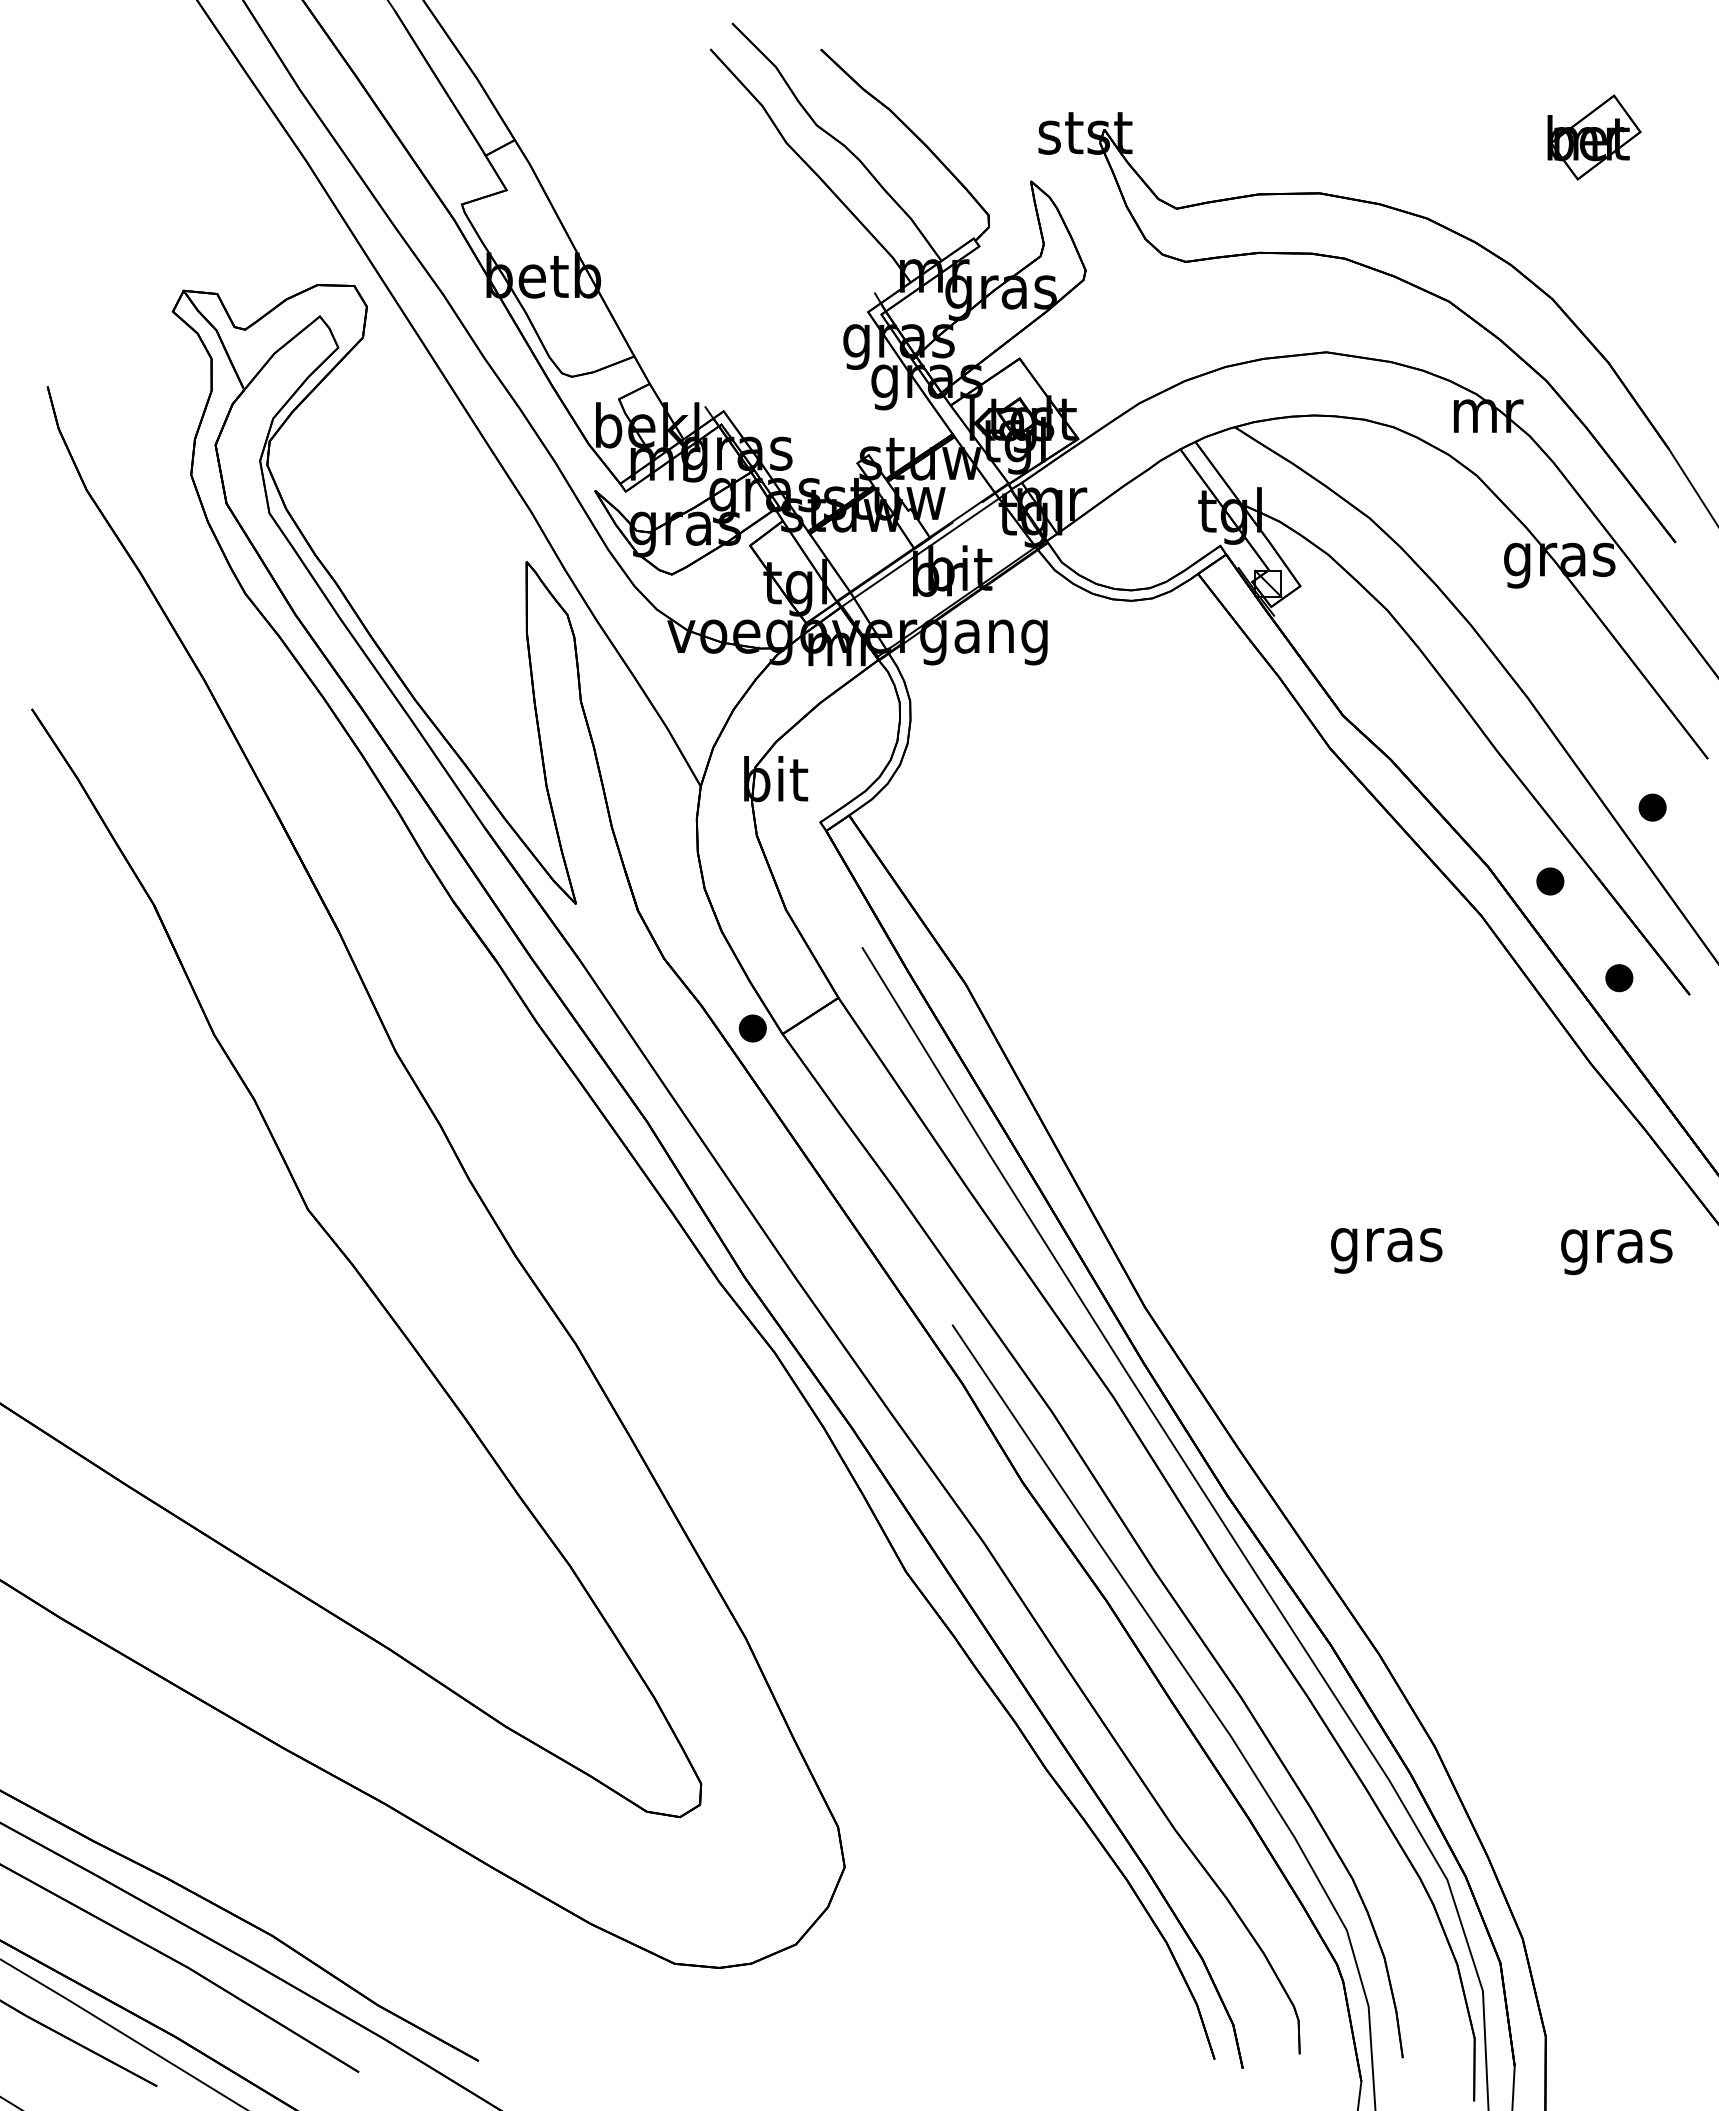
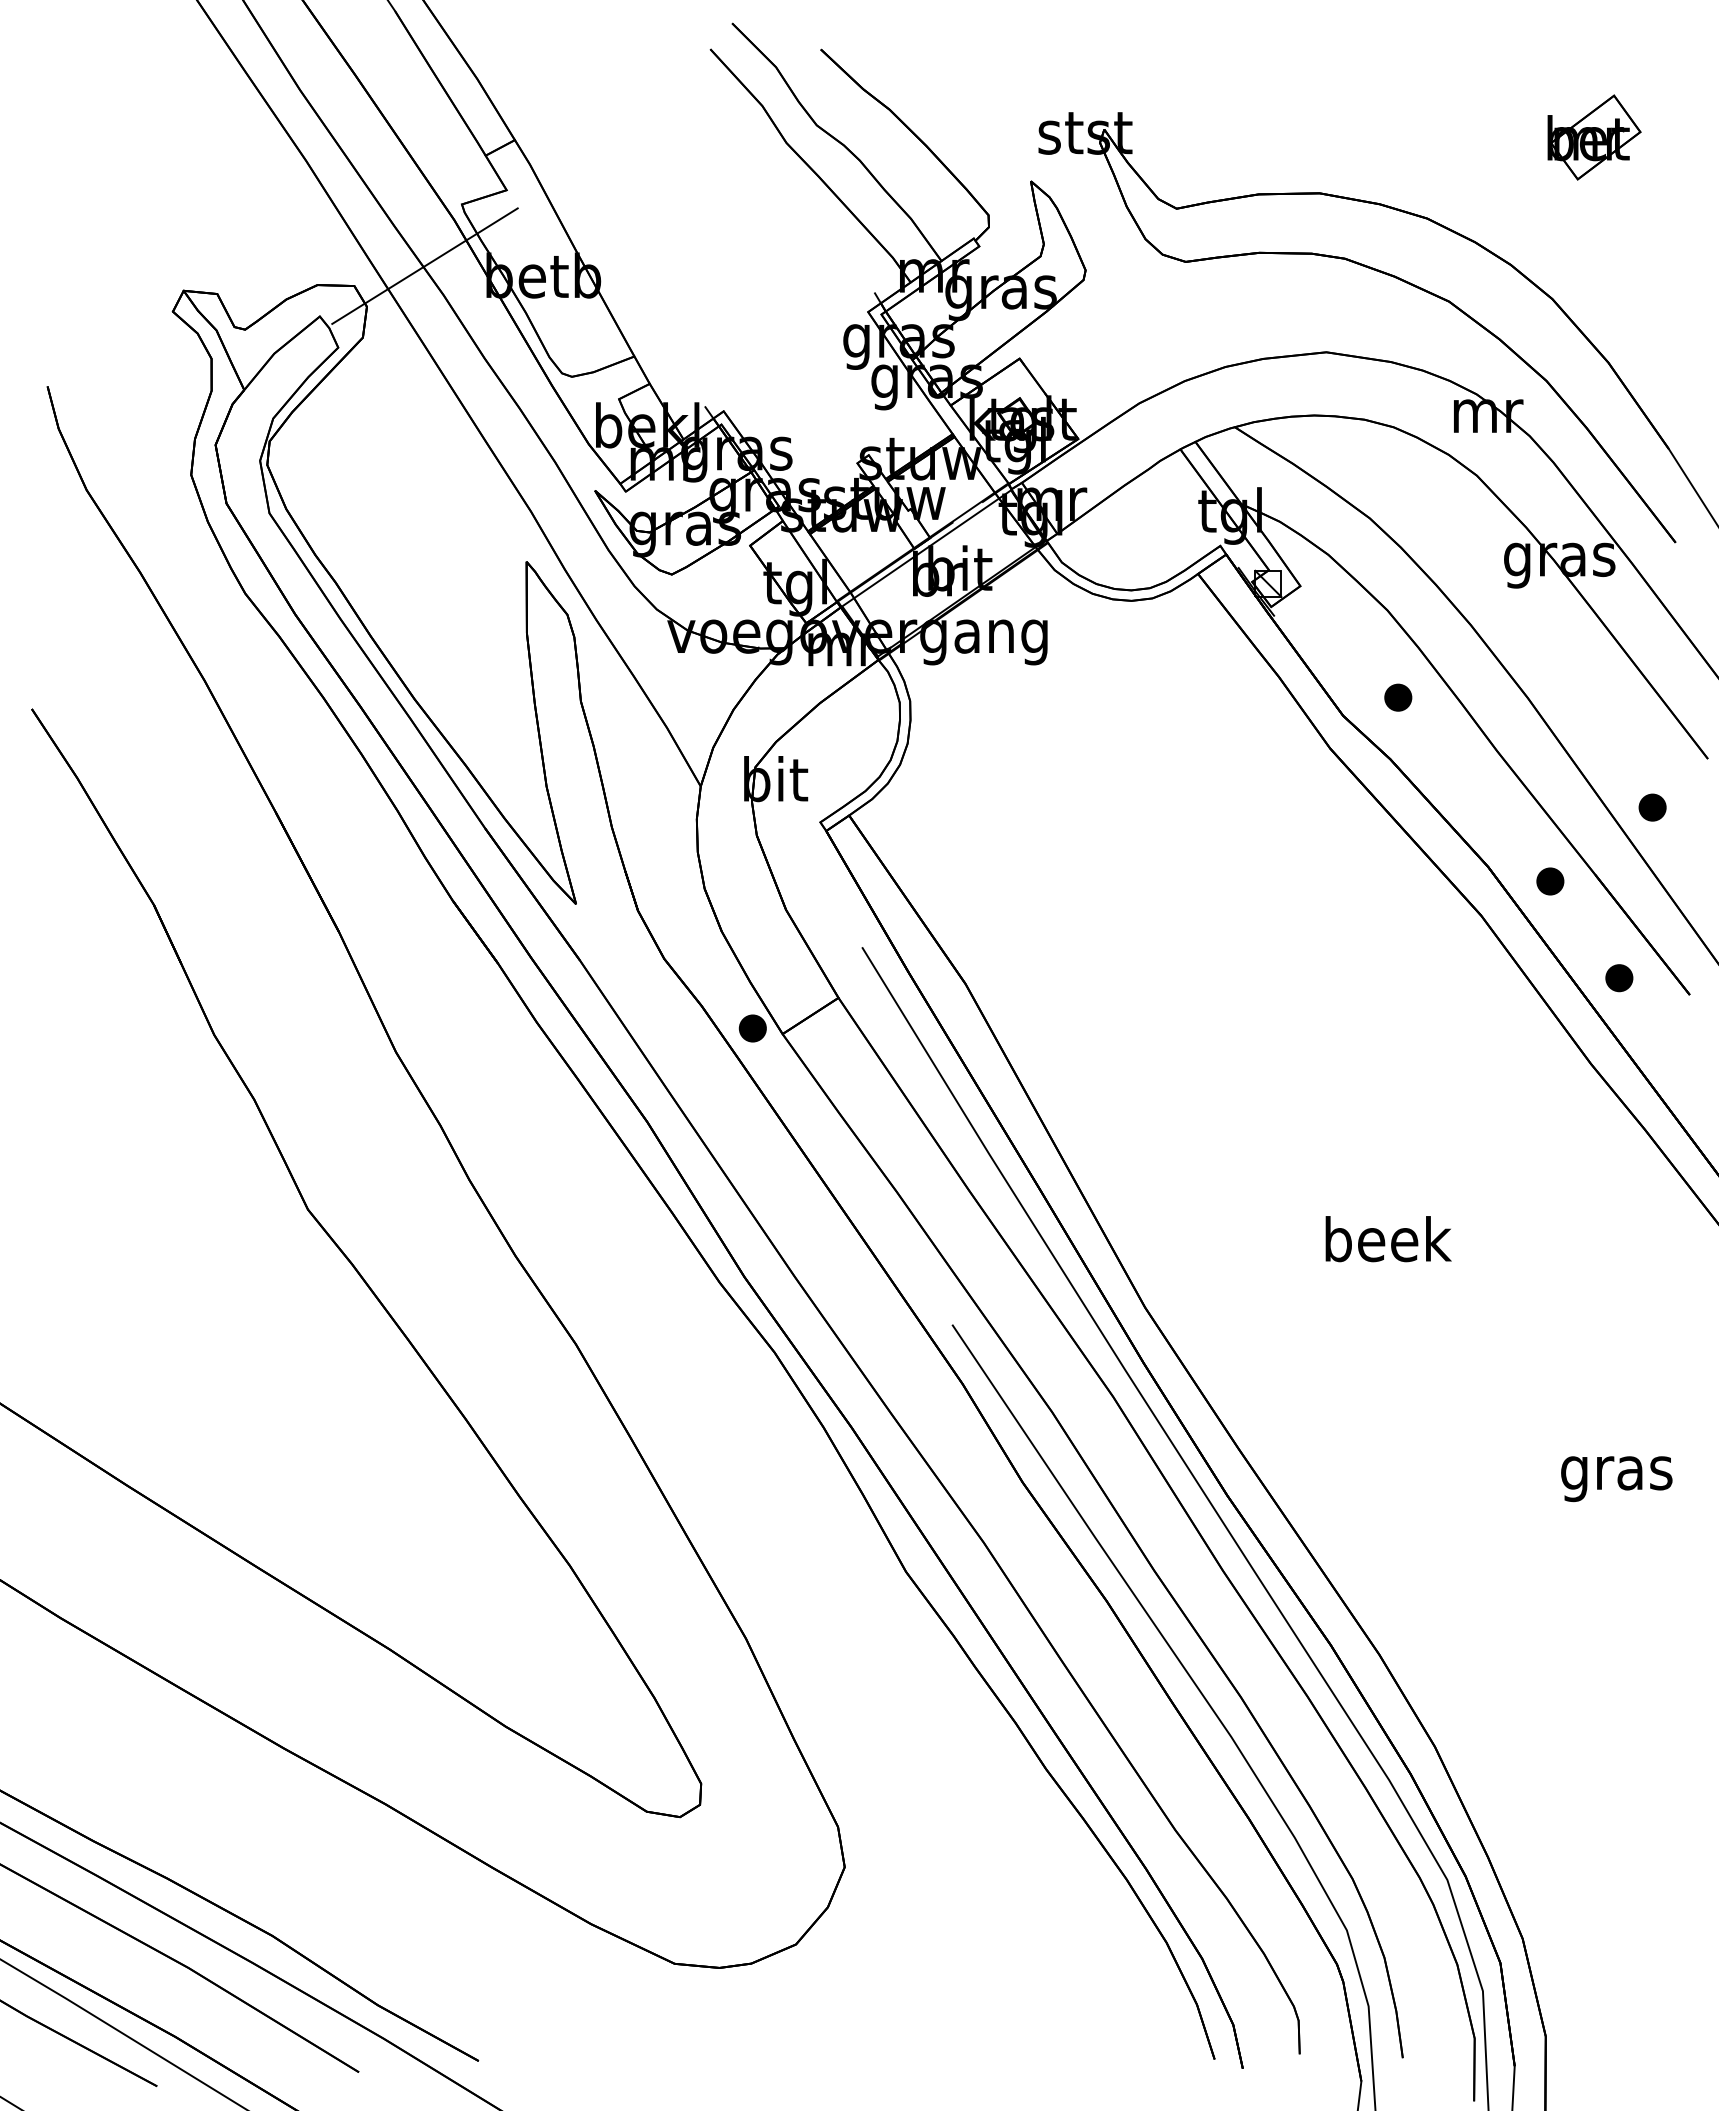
line at (424, 265): none -> present
part at (1398, 697): none -> present
text at (1388, 1244): gras -> beek
text at (1616, 1252) position: (1616, 1252) -> (1616, 1479)
